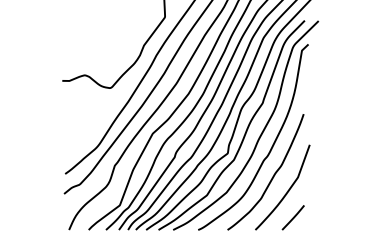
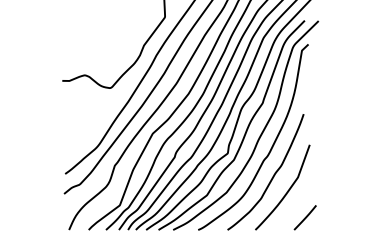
line at (292, 217) position: (292, 217) -> (304, 217)
